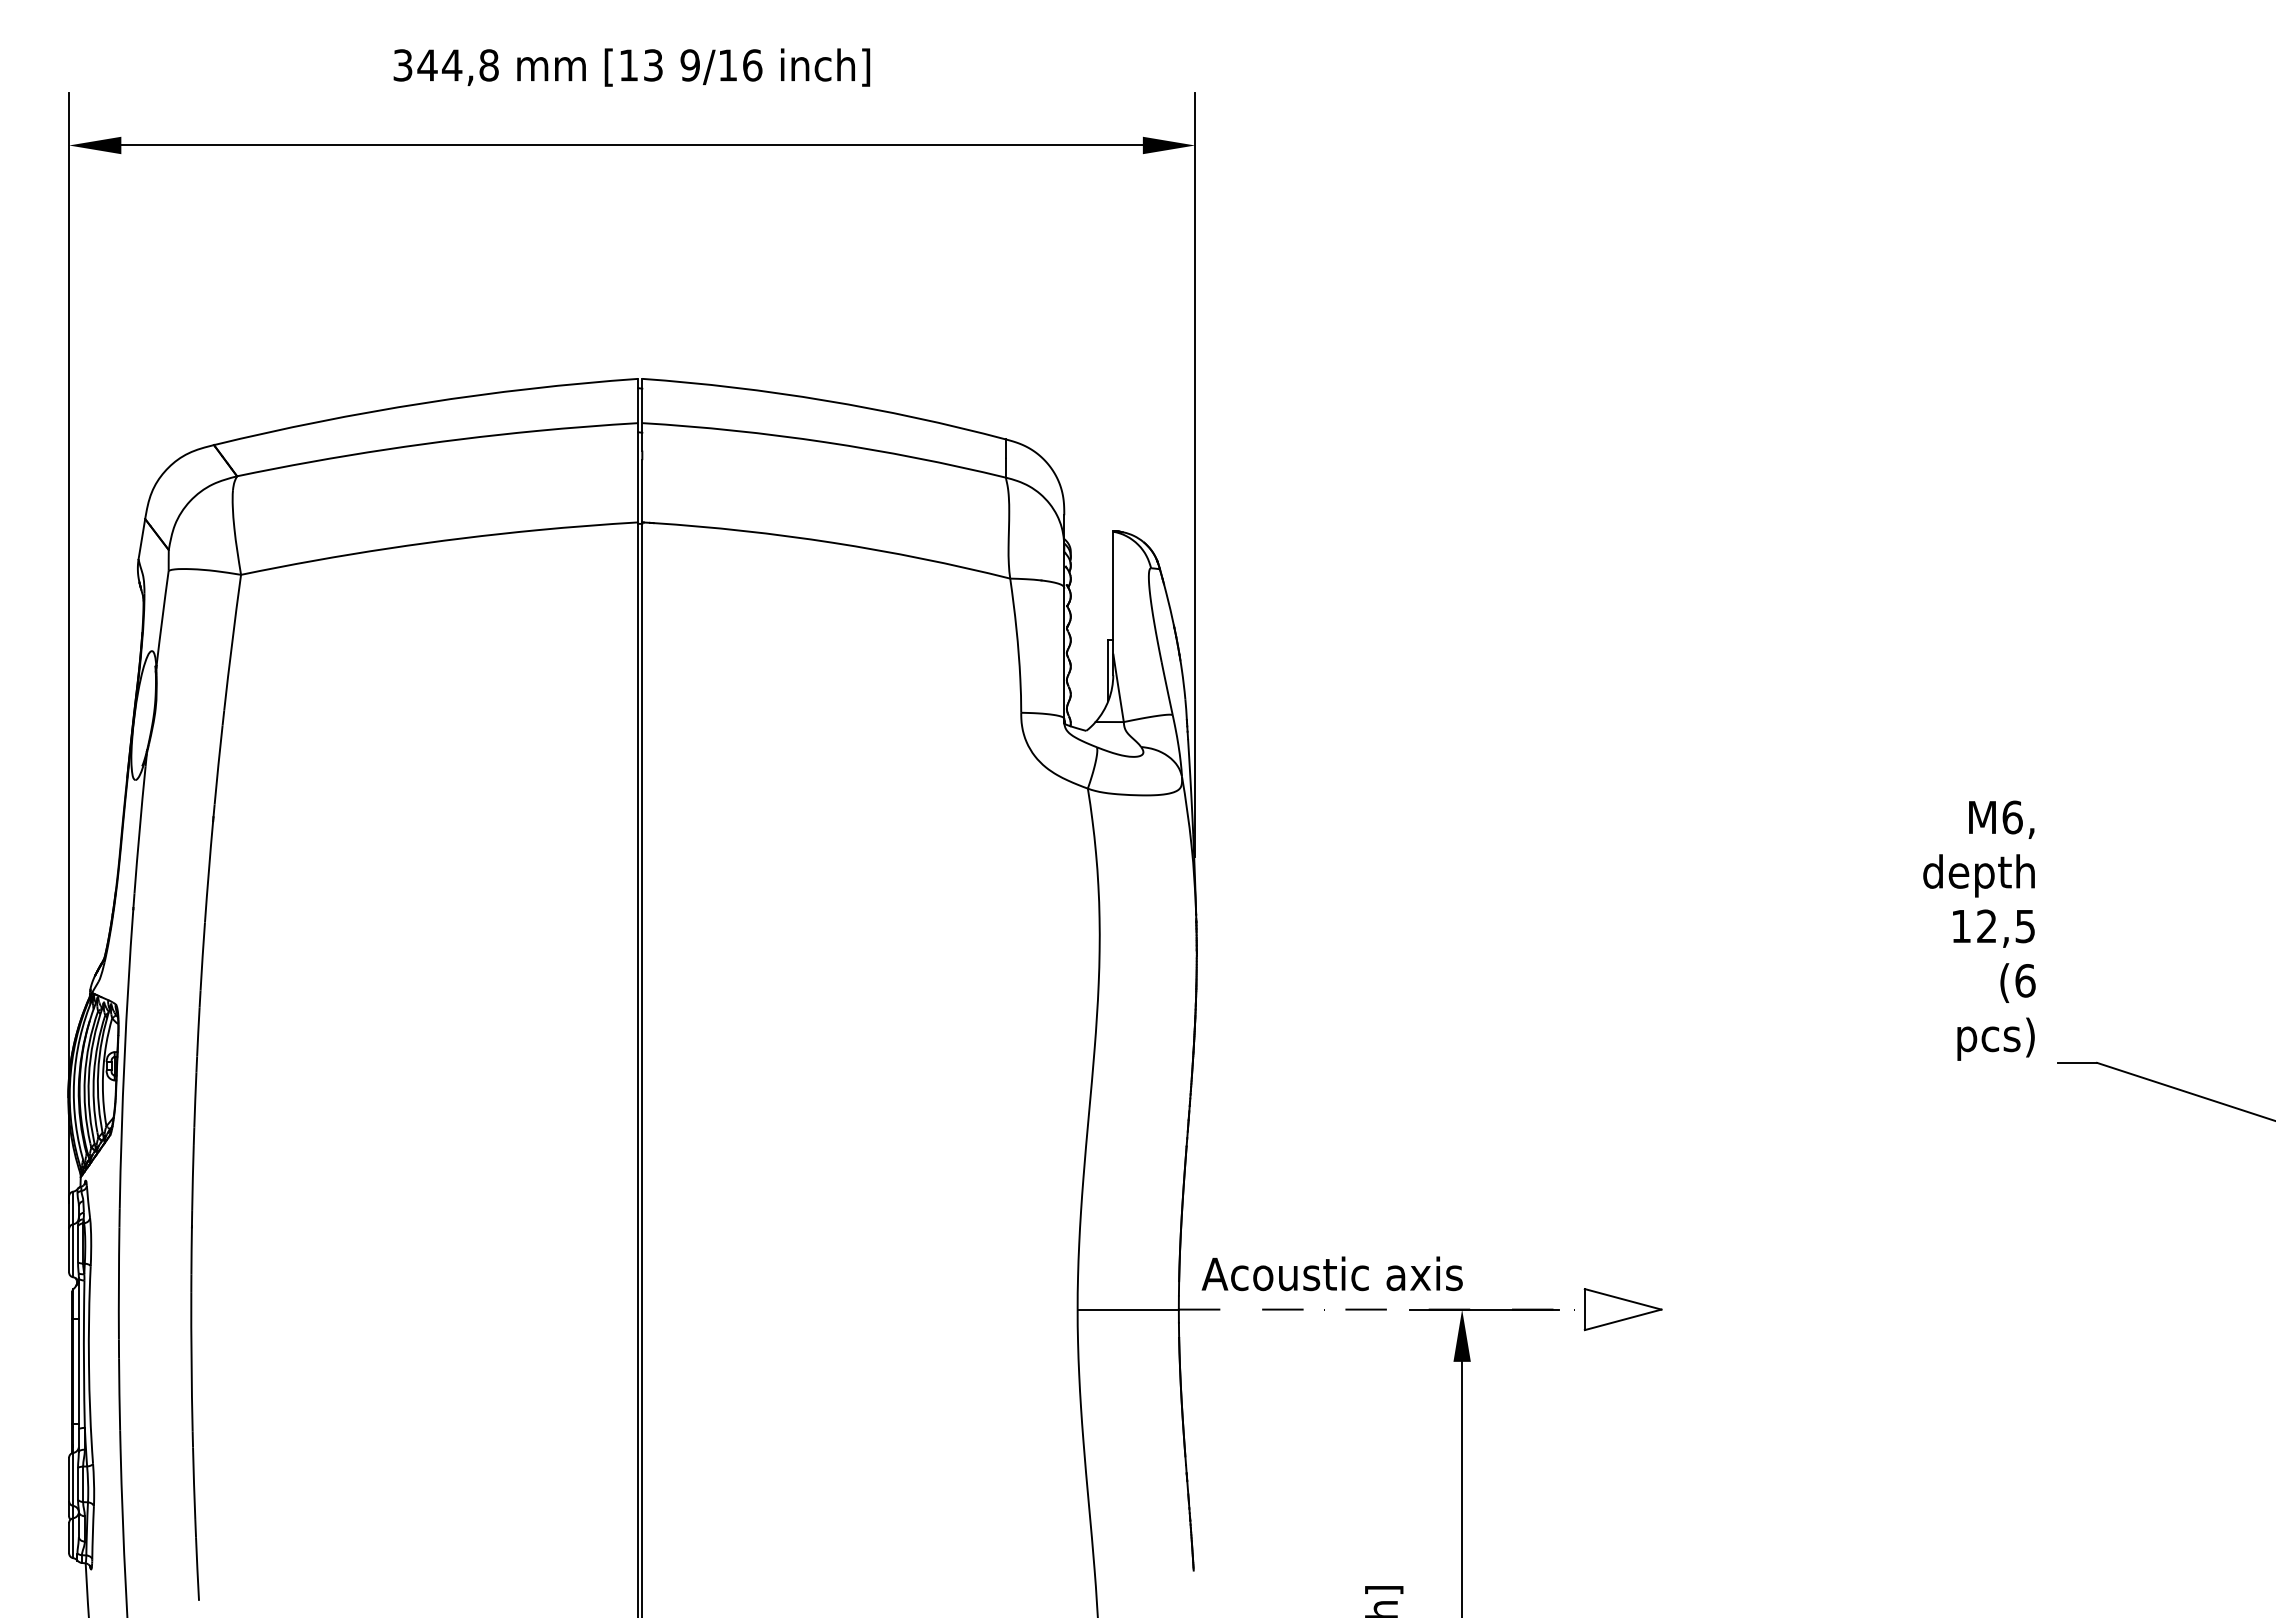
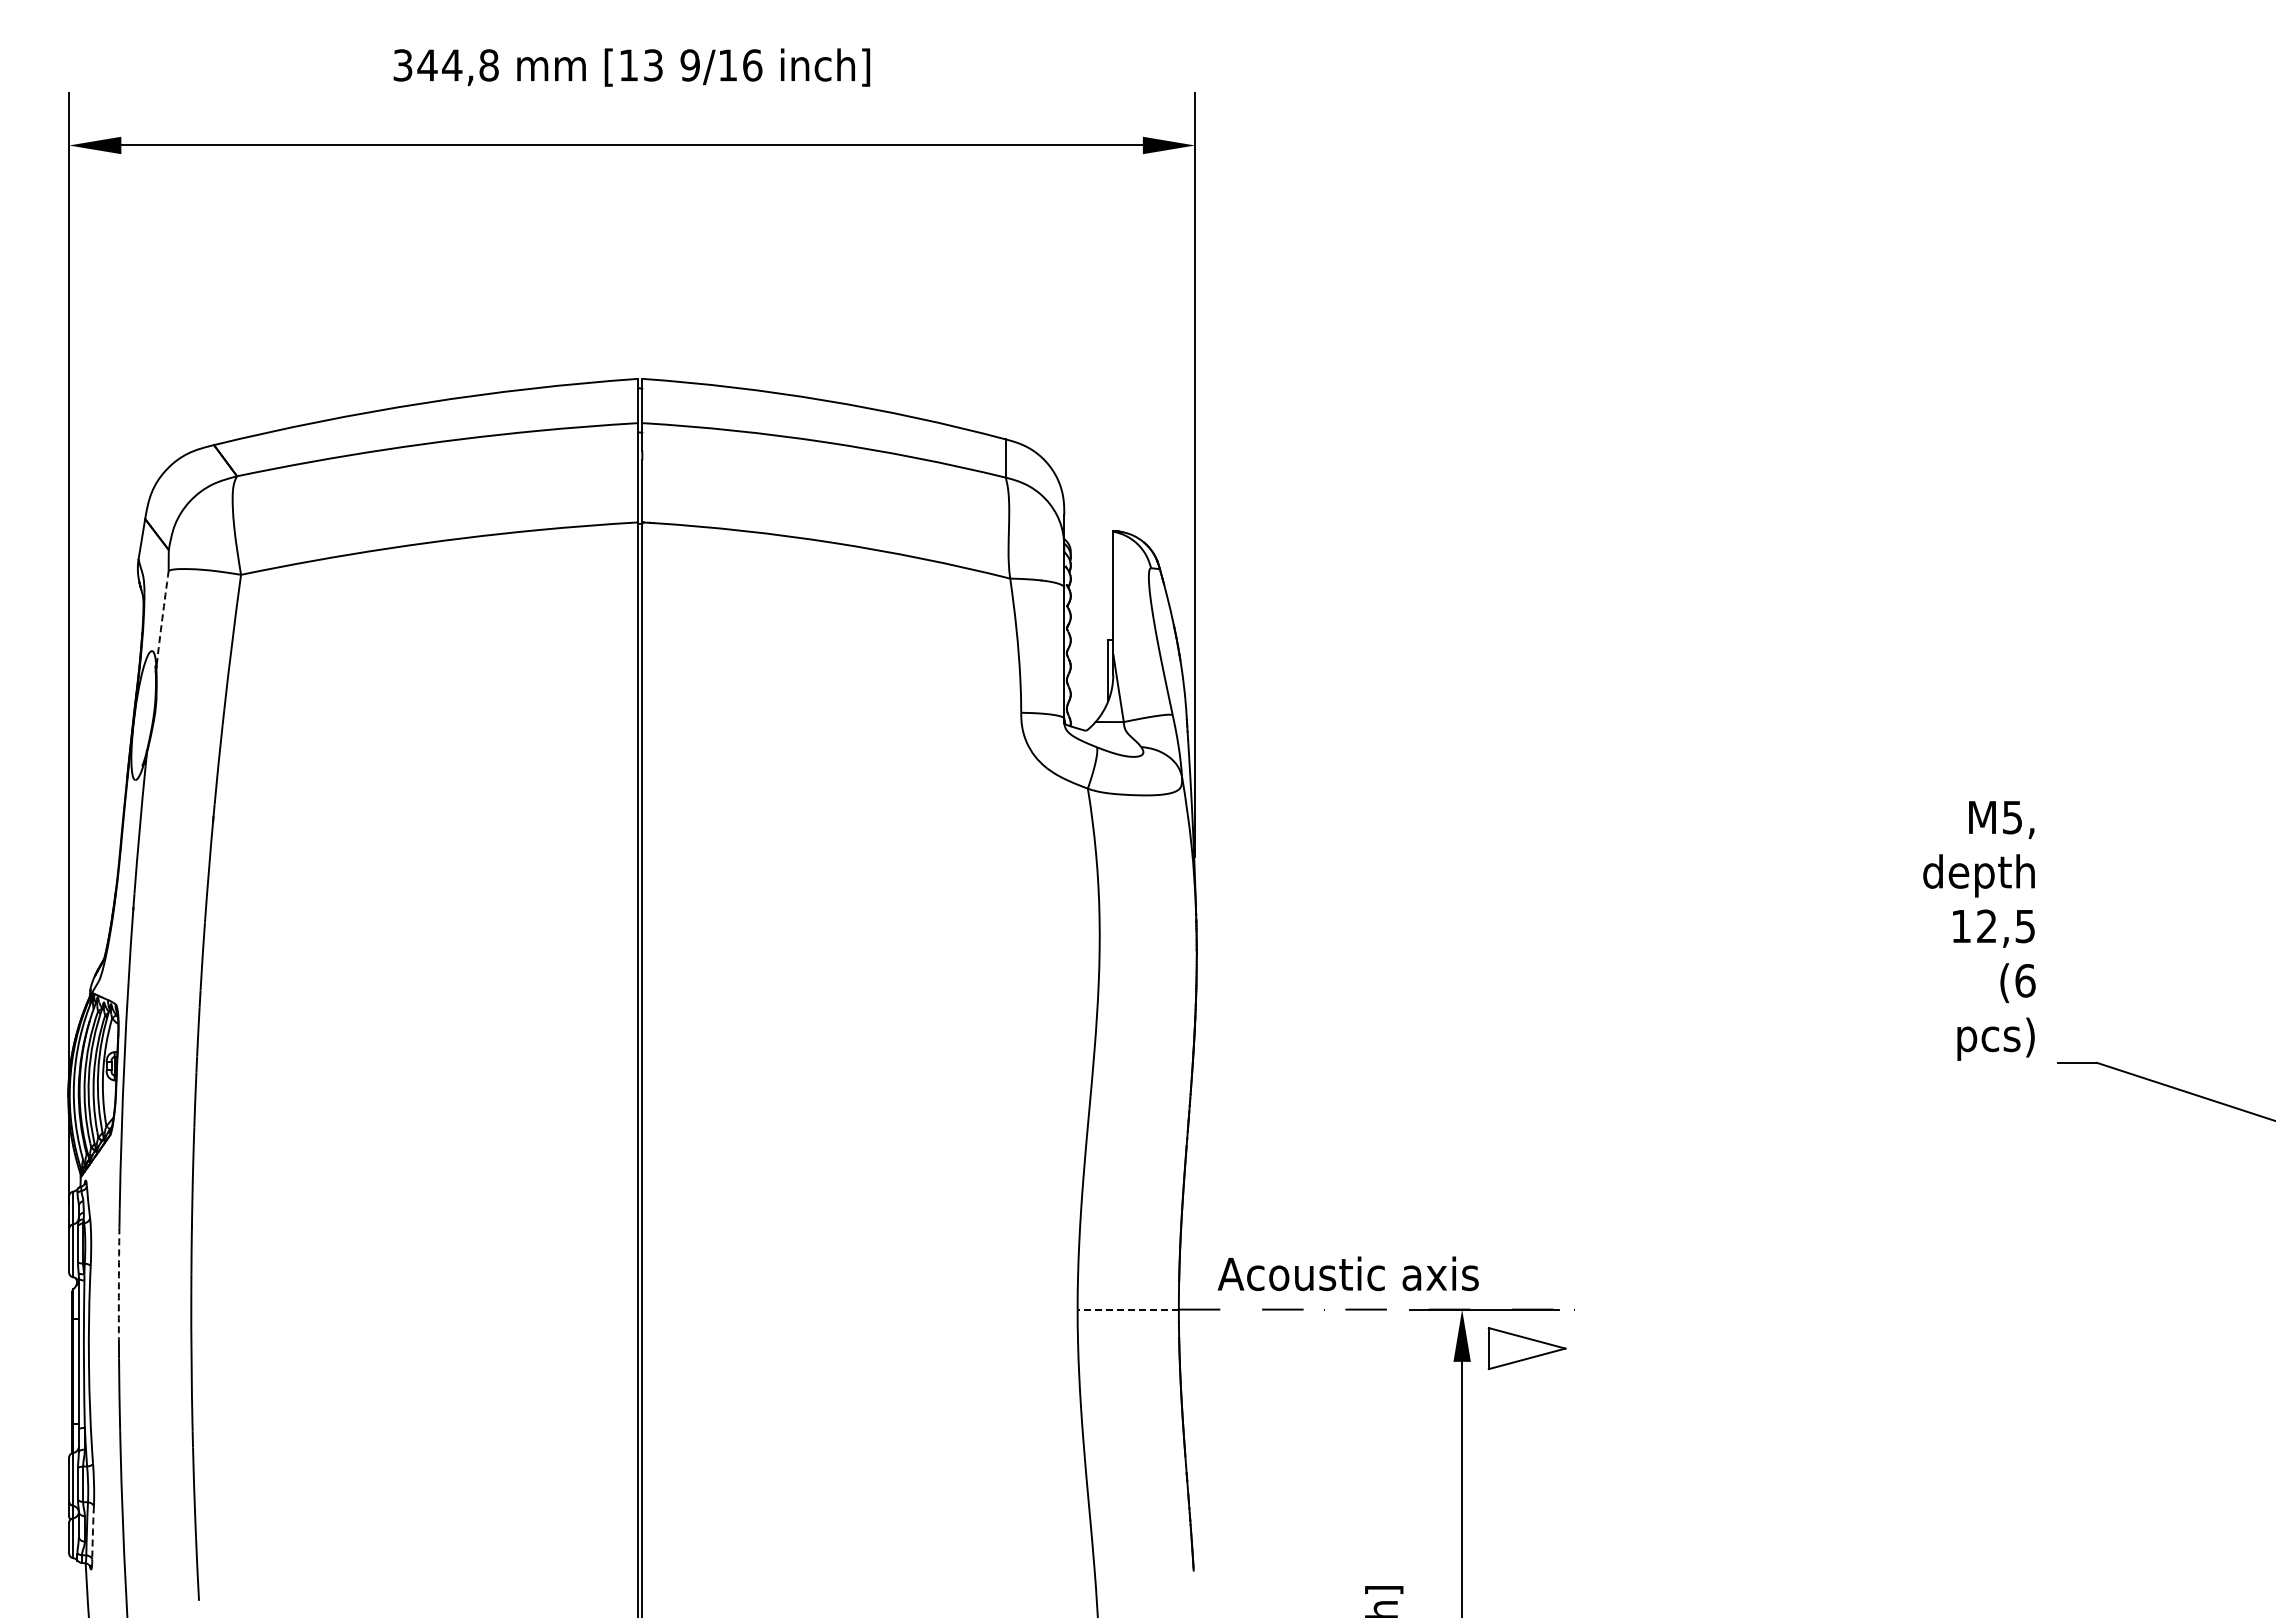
arc at (162, 618): solid -> dashed
text at (2012, 817): M6, -> M5,
text at (1331, 1273) position: (1331, 1273) -> (1347, 1273)
arc at (118, 1283): solid -> dashed
line at (1128, 1309): solid -> dashed
part at (1622, 1309) position: (1622, 1309) -> (1526, 1348)
arc at (92, 1533): solid -> dashed
